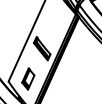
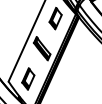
part at (55, 18): none -> present
